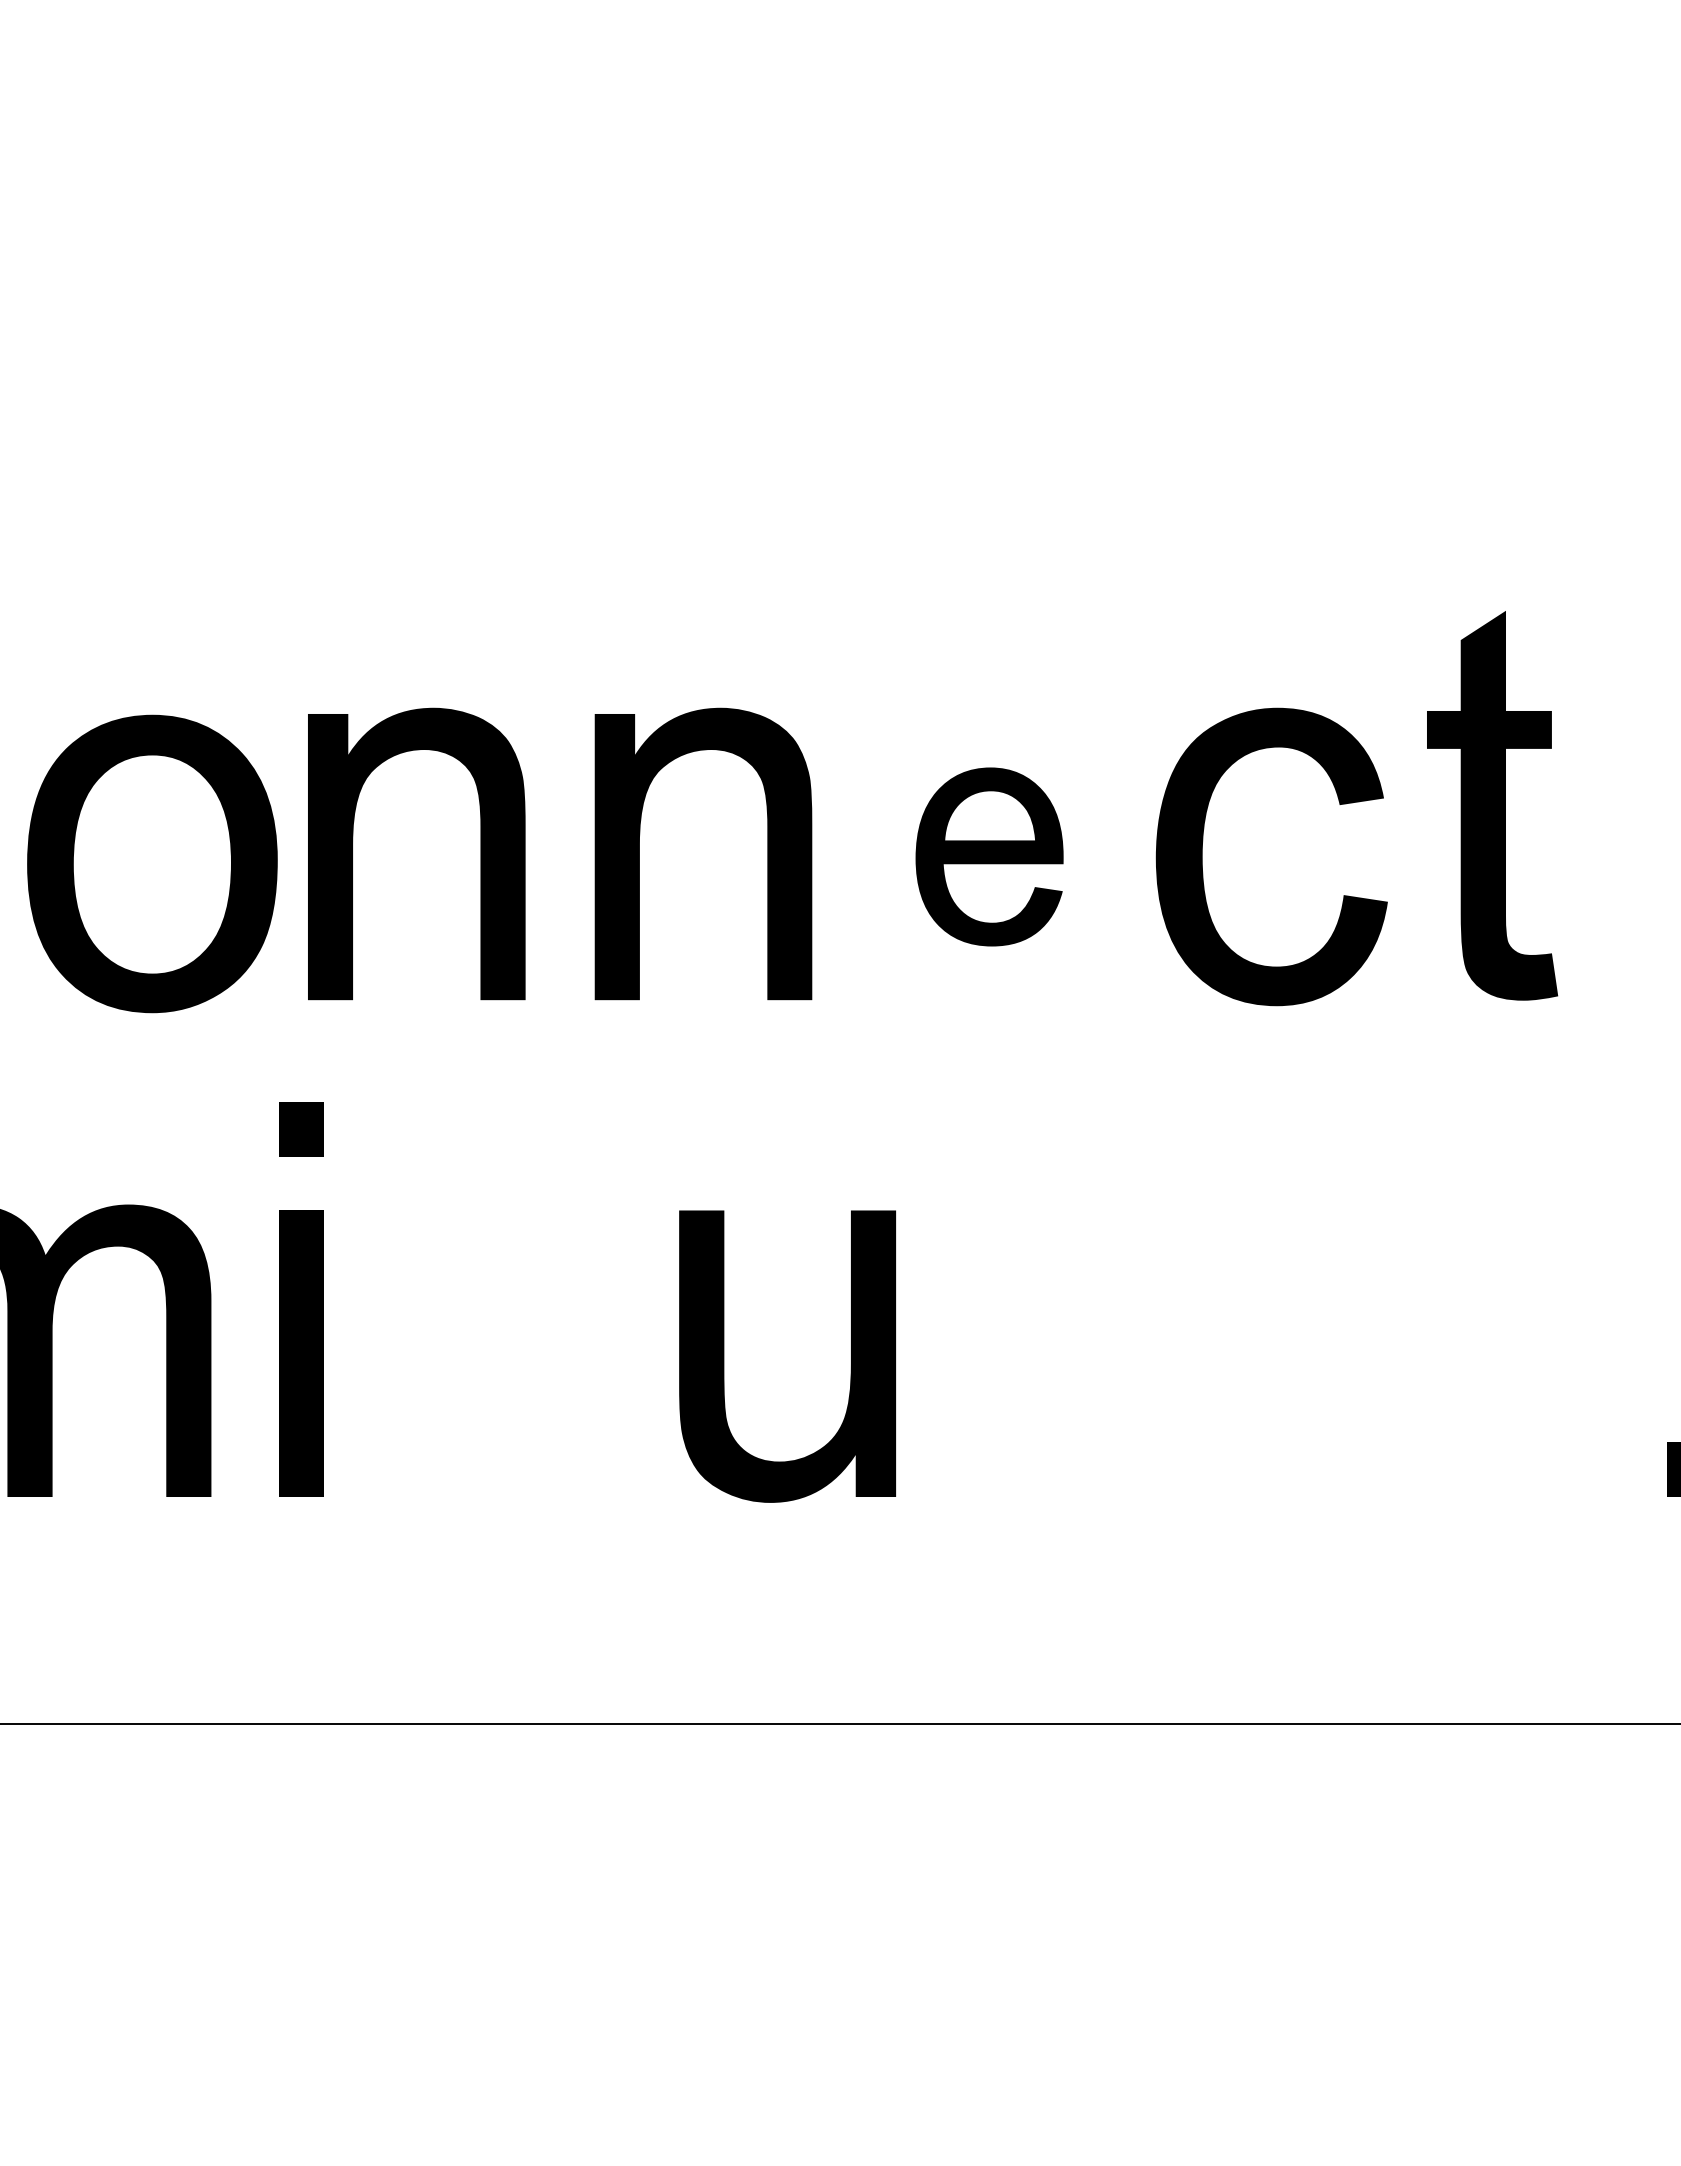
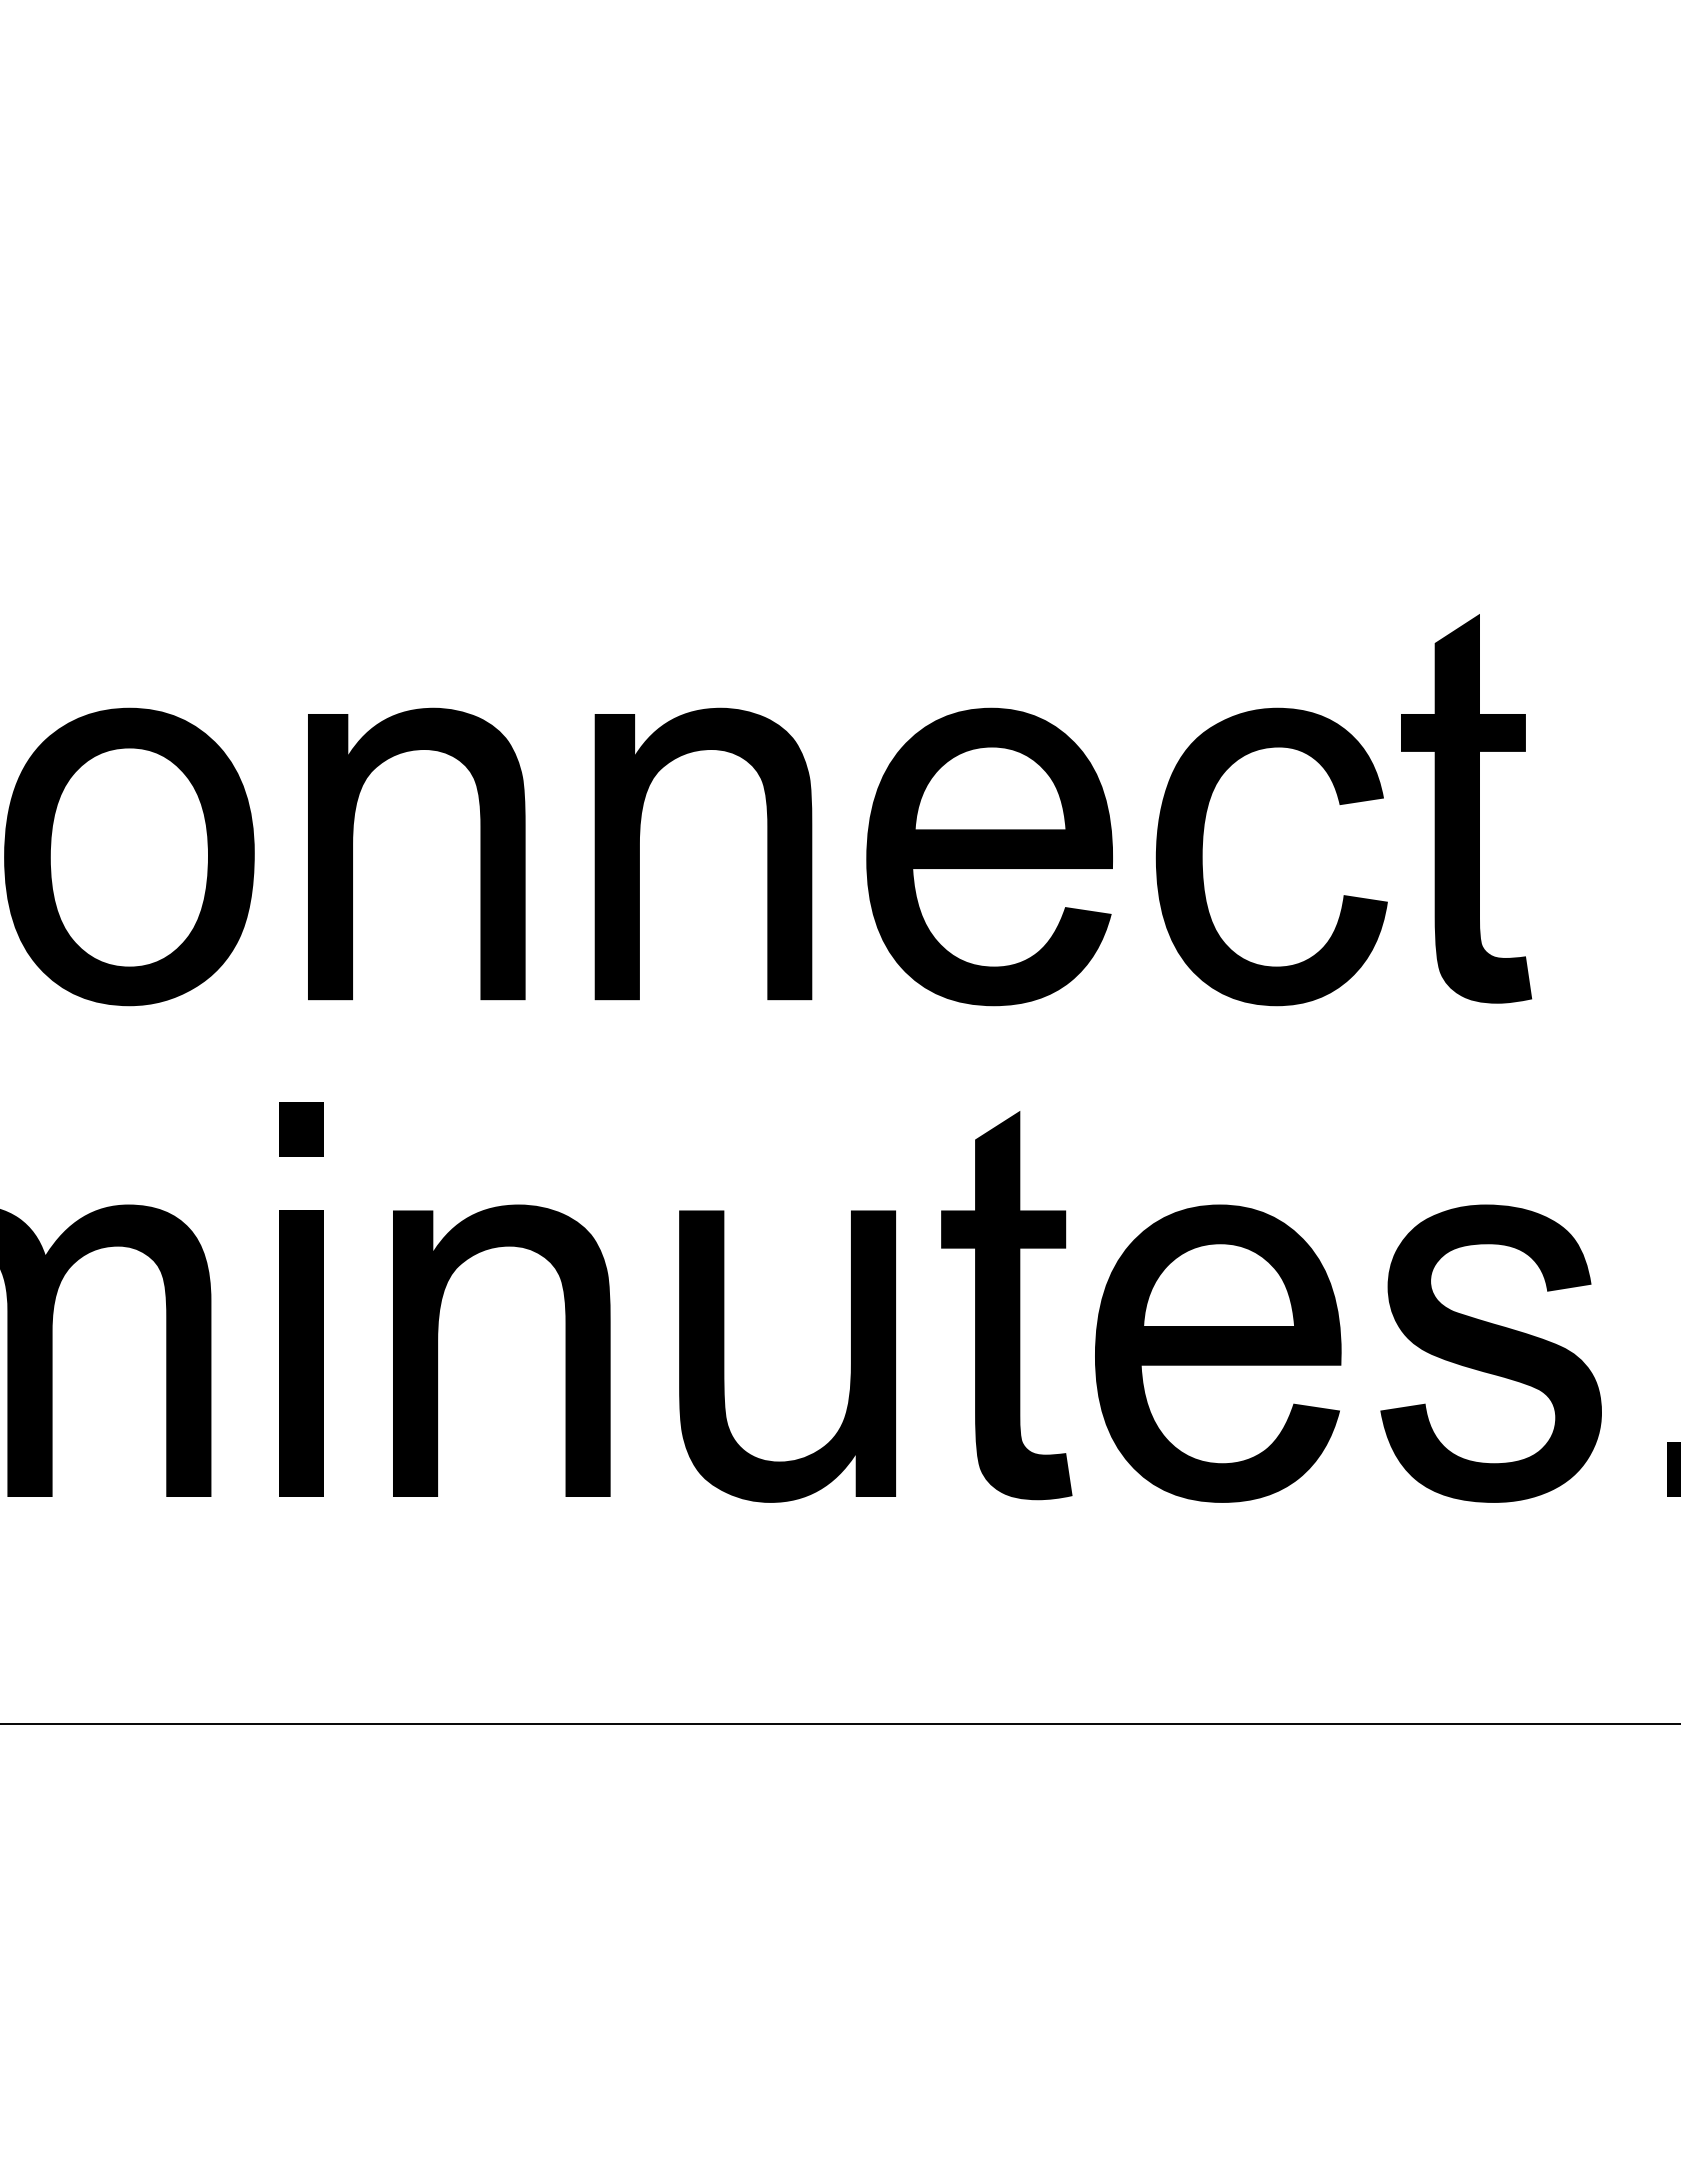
part at (1492, 805) position: (1492, 805) -> (1466, 808)
part at (989, 856) size: 149x180 px -> 247x300 px
part at (152, 863) position: (152, 863) -> (129, 856)
fill at (1006, 1305): none -> present
fill at (501, 1350): none -> present
part at (1218, 1353): none -> present
fill at (1490, 1353): none -> present
